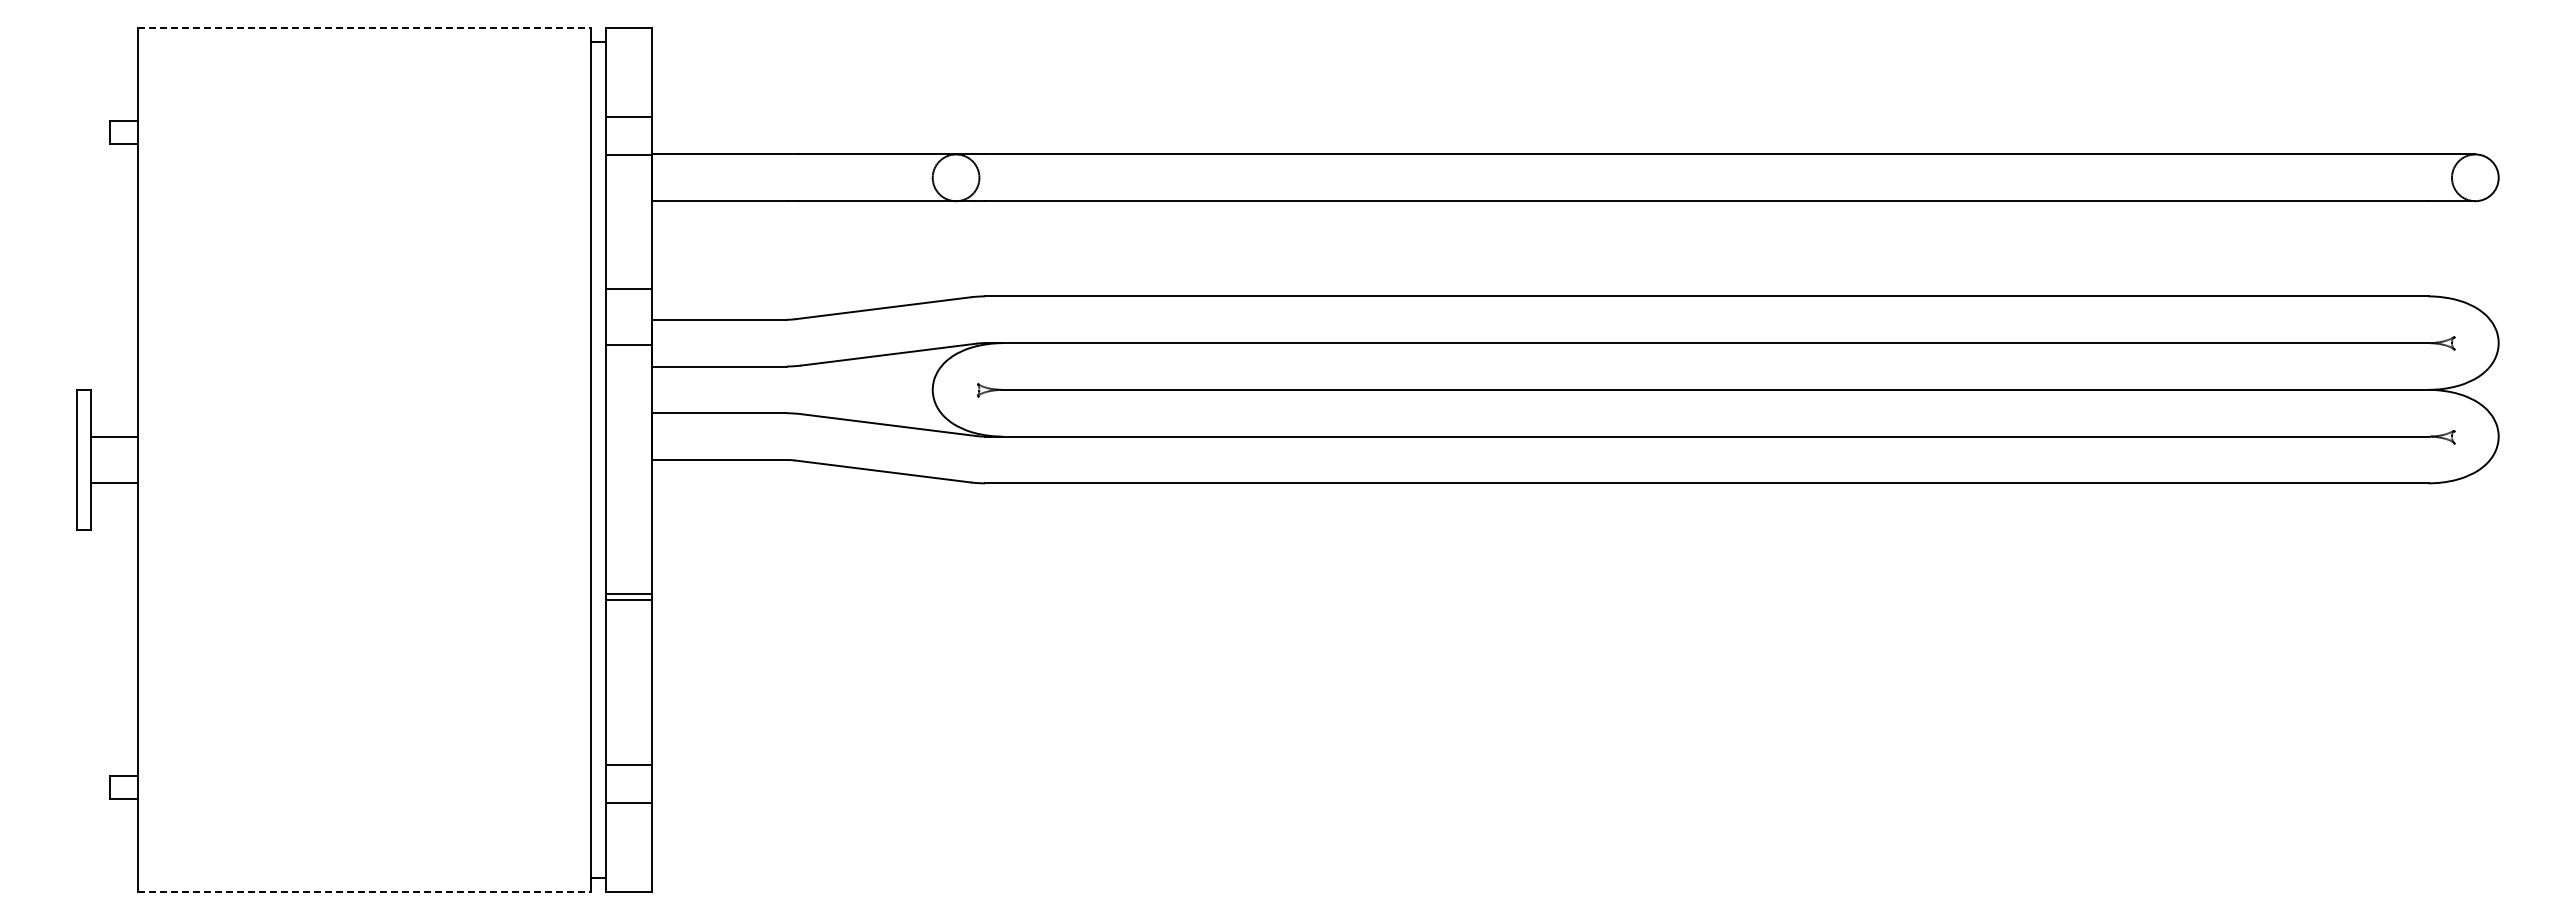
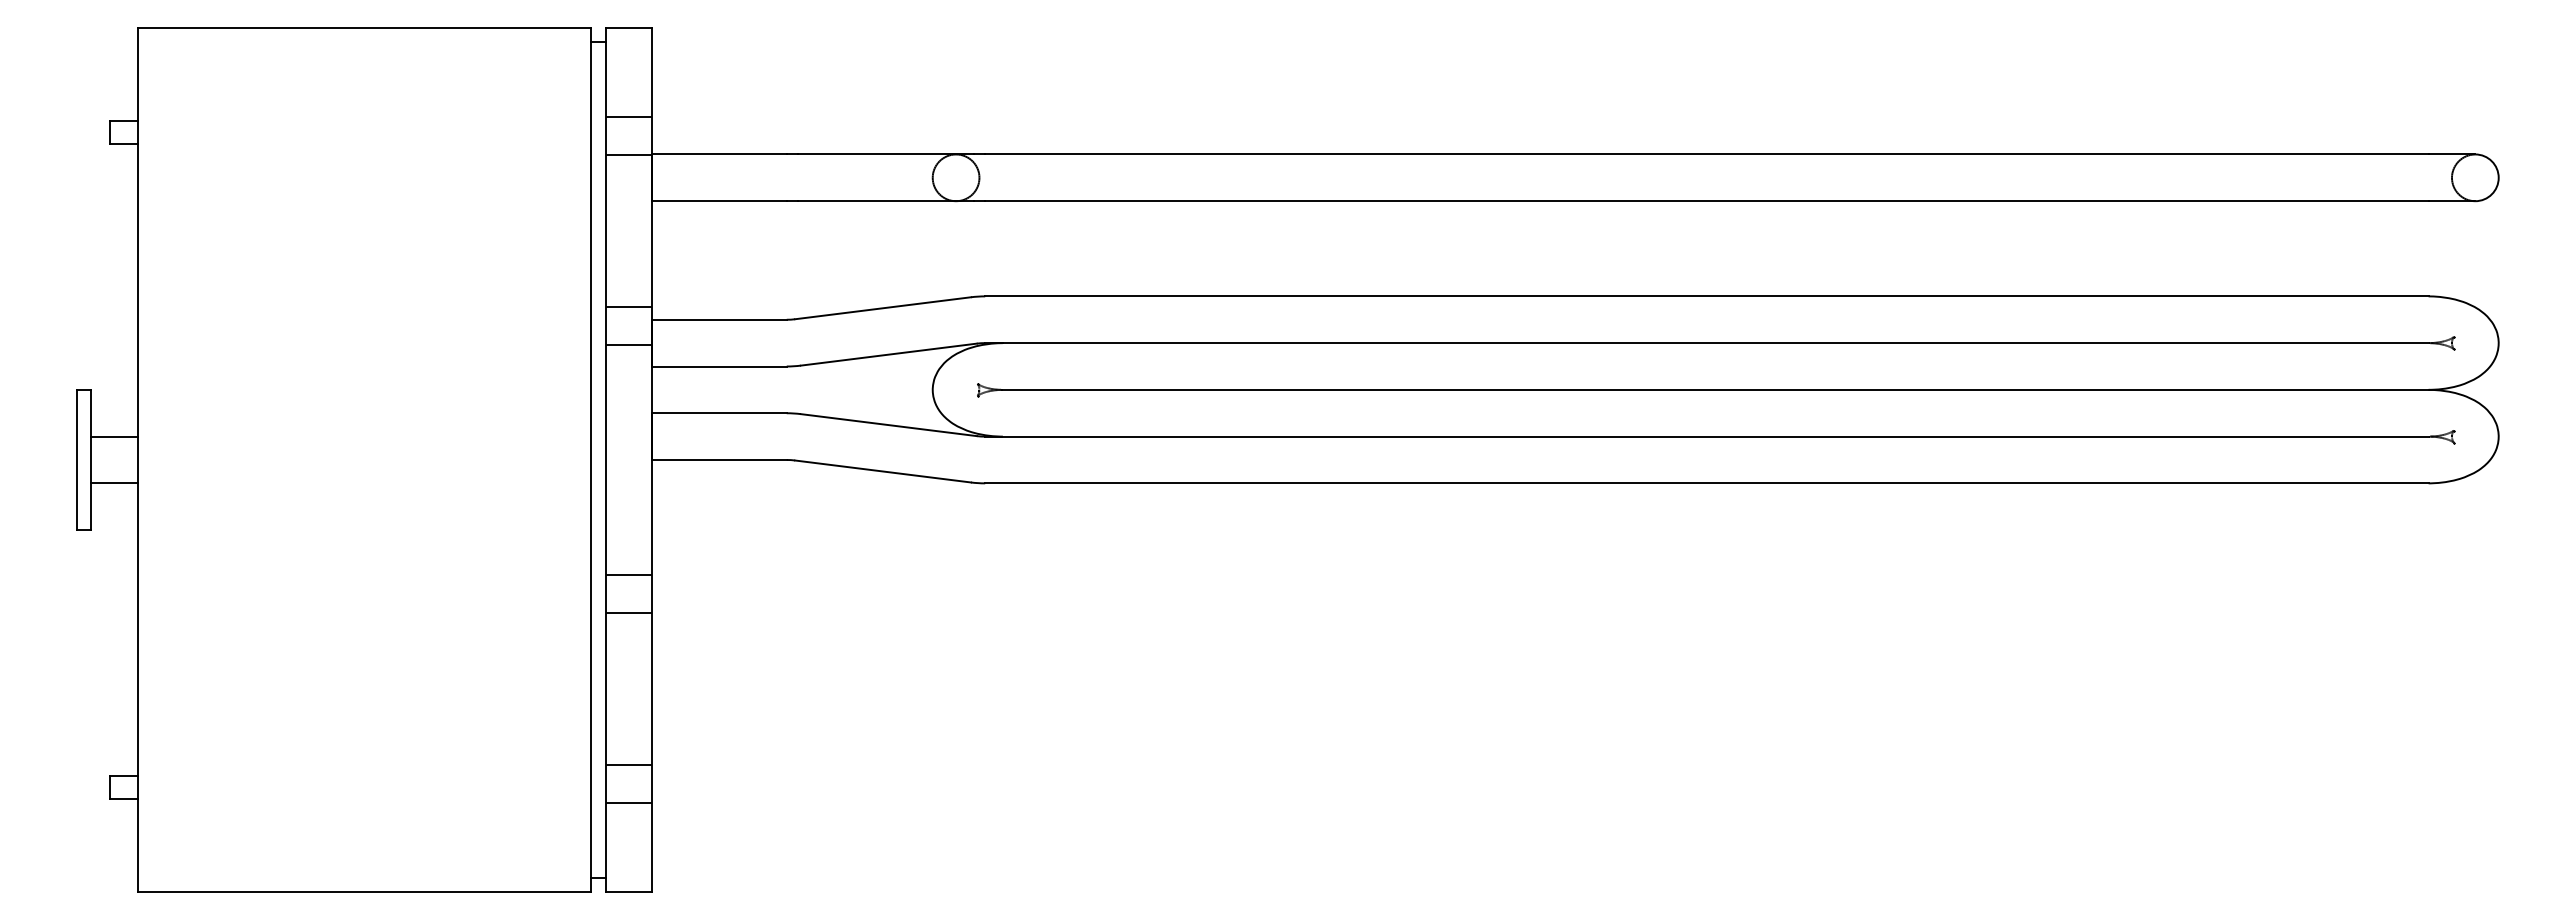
line at (364, 27): dashed -> solid
line at (628, 288) position: (628, 288) -> (628, 306)
line at (628, 594) position: (628, 594) -> (628, 613)
line at (628, 599) position: (628, 599) -> (628, 574)
line at (364, 892): dashed -> solid
